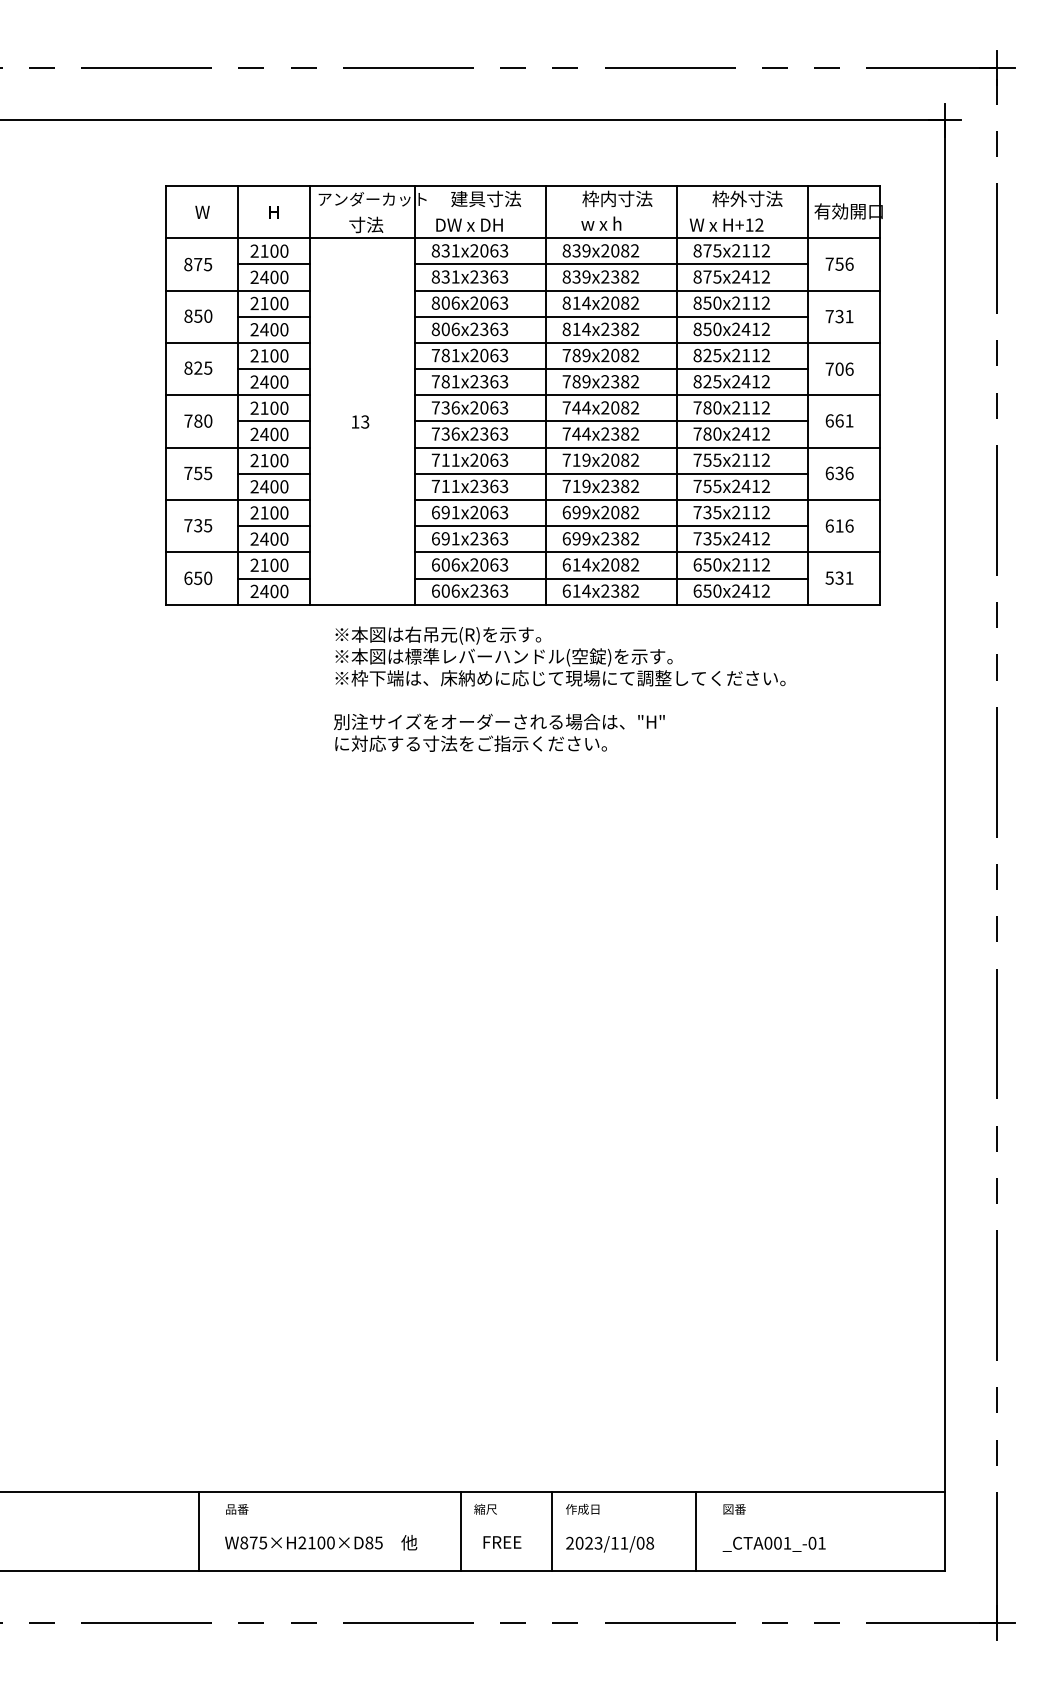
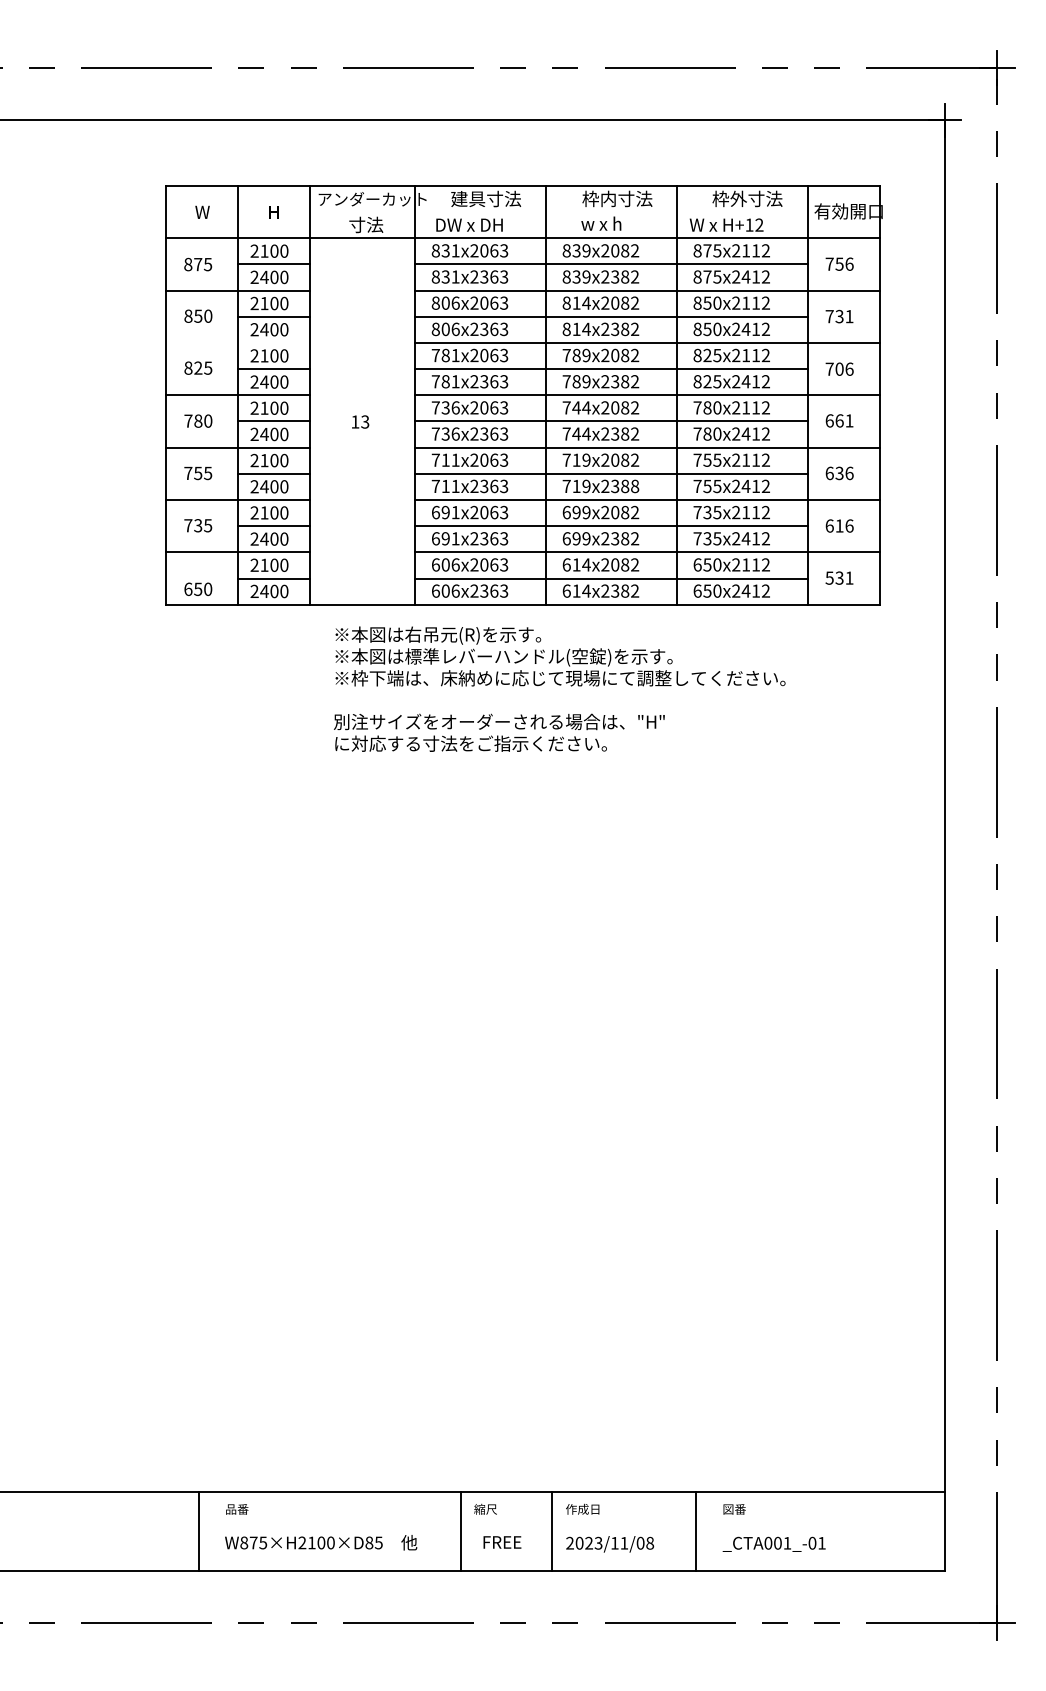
line at (238, 342): present -> none
text at (635, 486): 719x2382 -> 719x2388
text at (198, 577) position: (198, 577) -> (198, 588)
